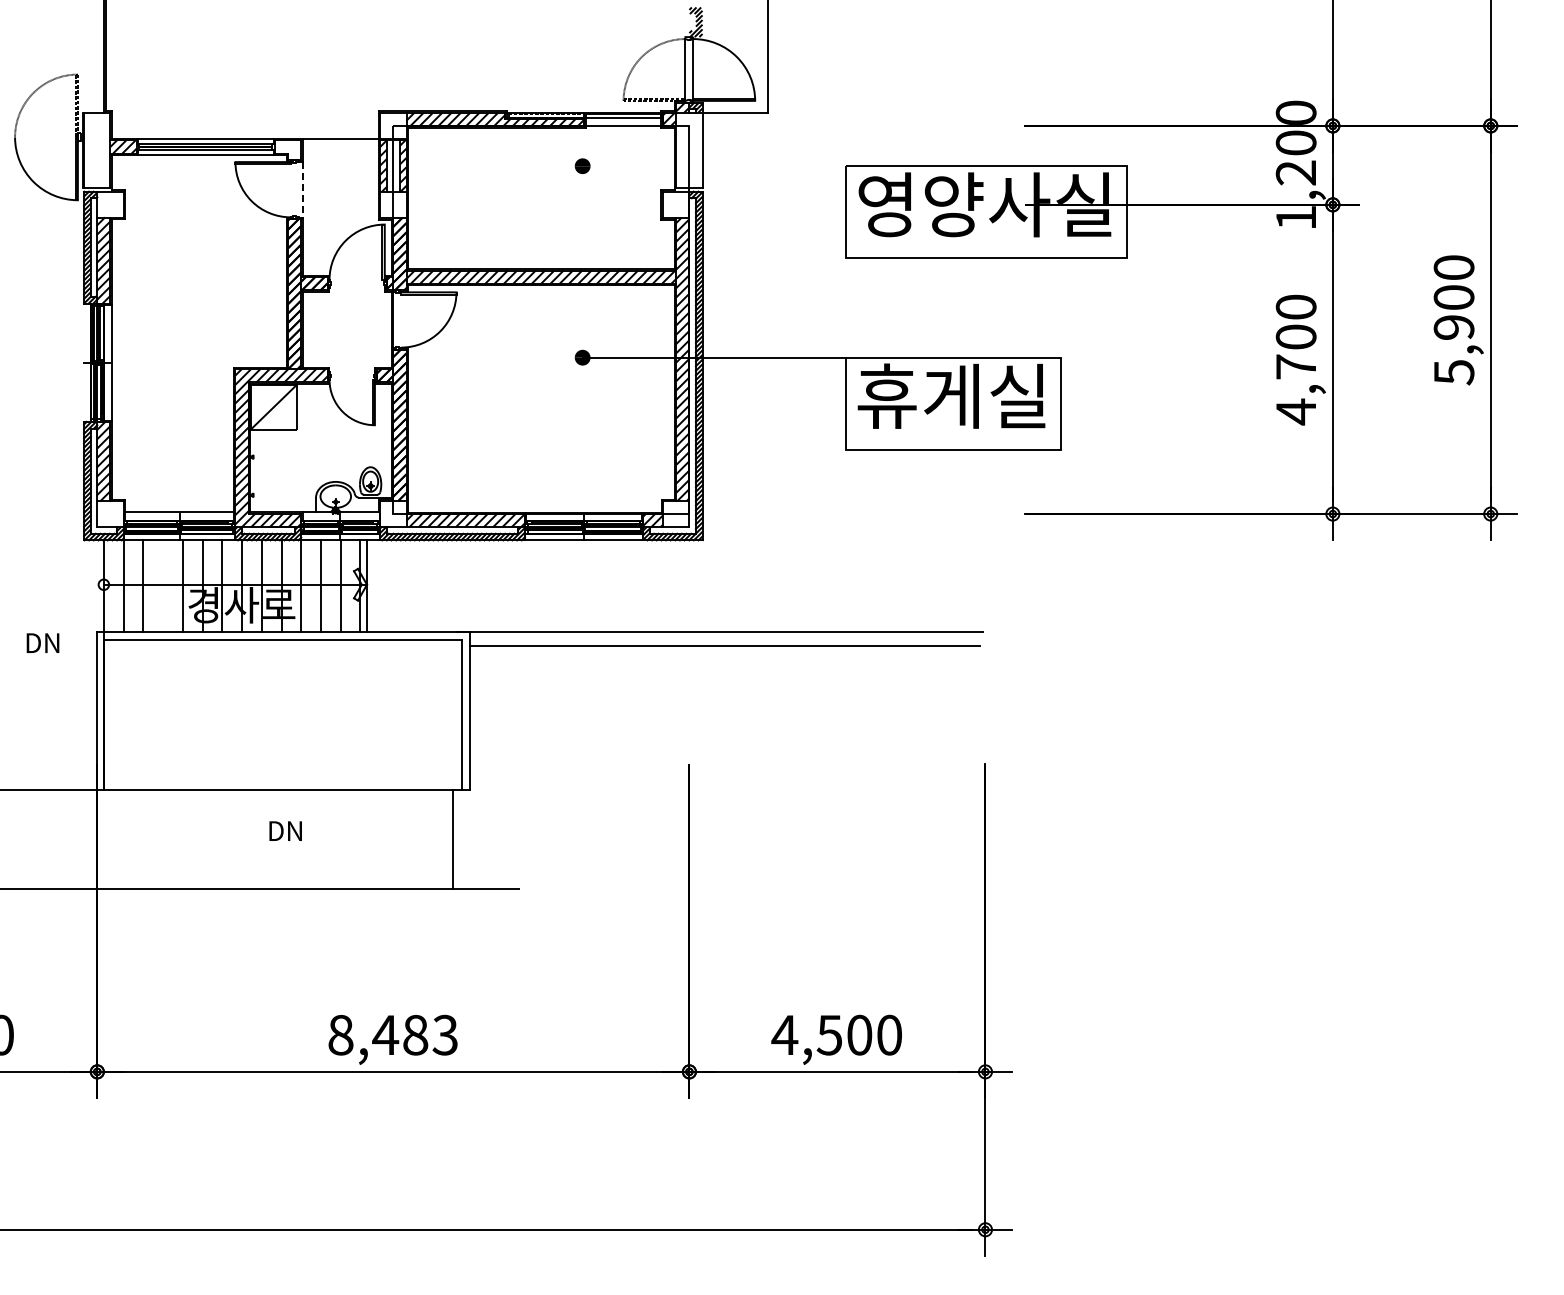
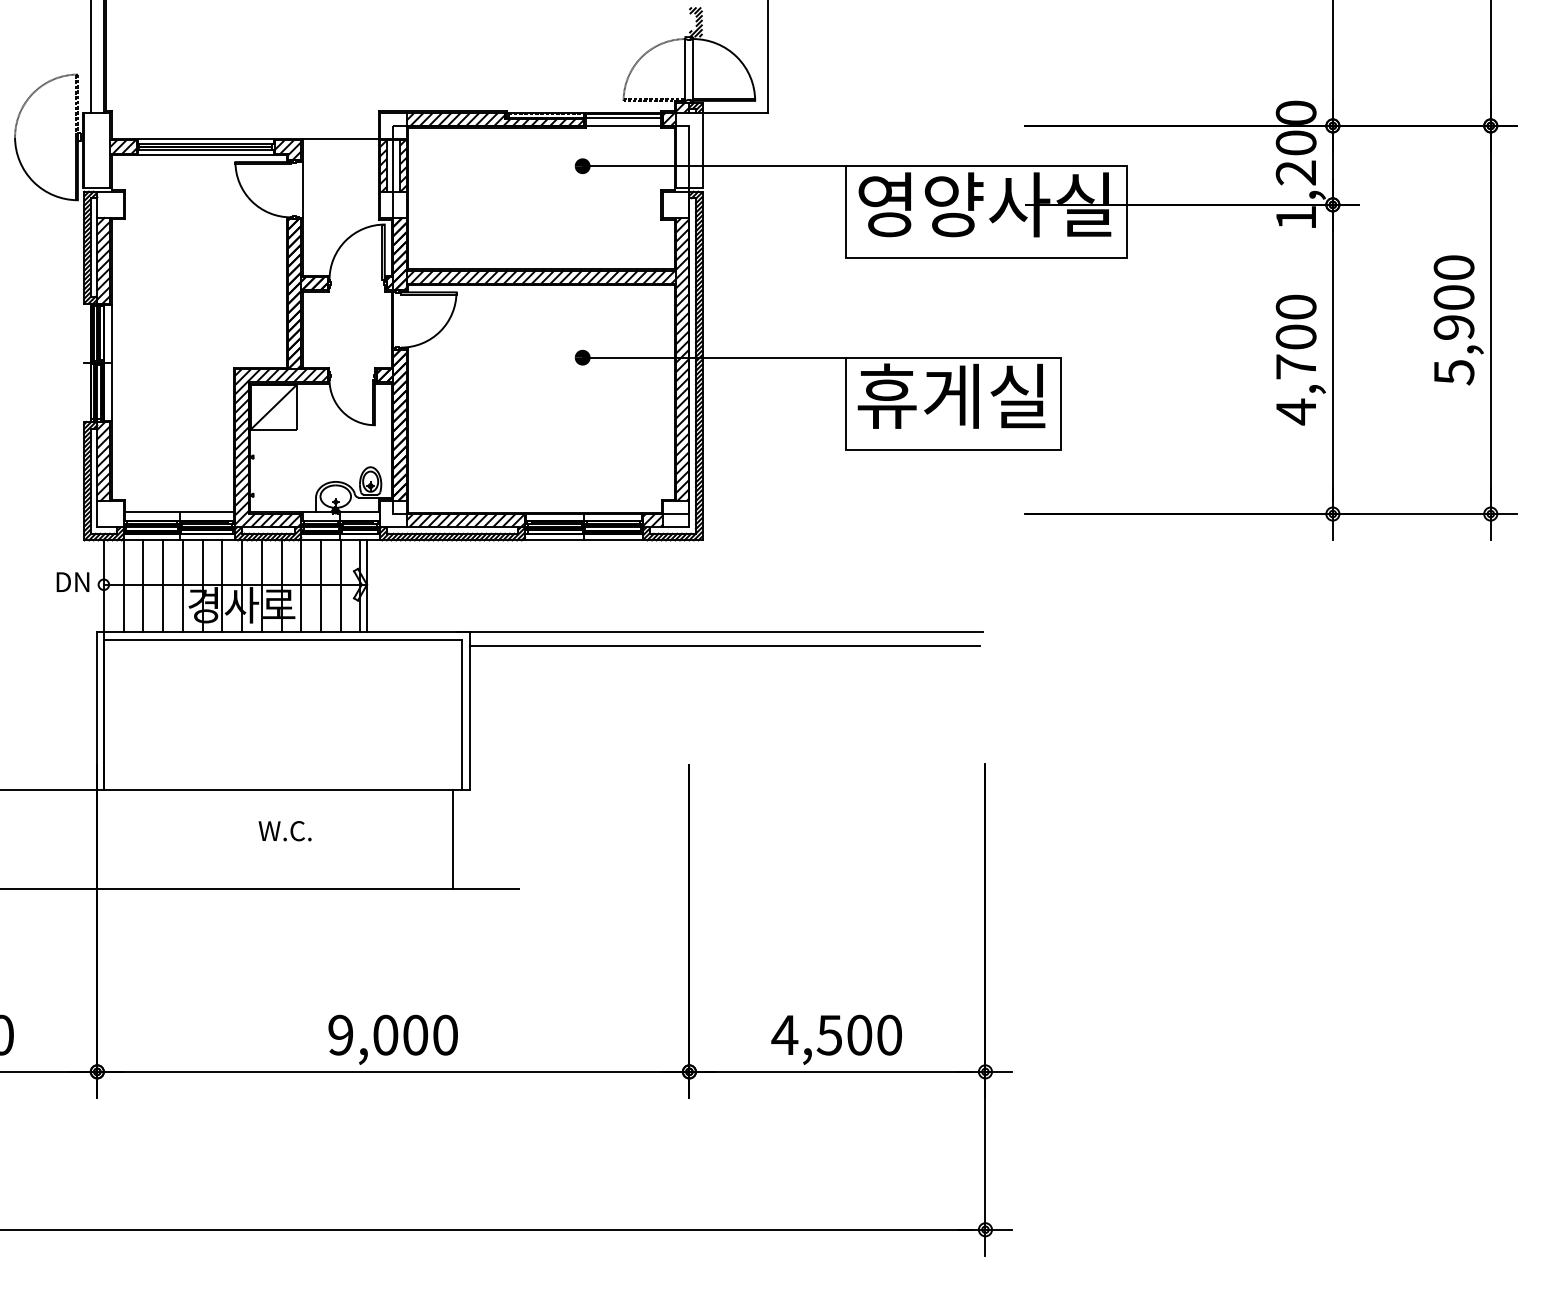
line at (90, 57): none -> present
hatch at (287, 150): none -> present
line at (713, 166): none -> present
line at (302, 189): dashed -> solid
line at (163, 586): none -> present
text at (42, 642) position: (42, 642) -> (72, 581)
text at (284, 831): DN -> W.C.
text at (392, 1034): 8,483 -> 9,000
